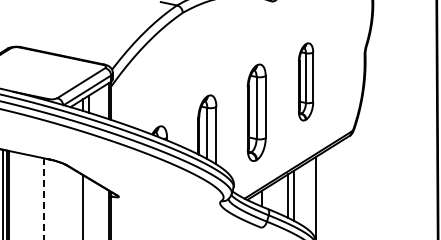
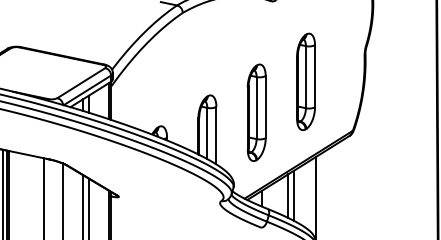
part at (306, 81) size: 17x80 px -> 20x100 px
line at (44, 199): dashed -> solid
line at (62, 199): none -> present
line at (88, 207): none -> present
